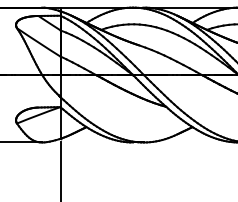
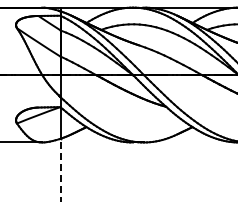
line at (60, 172): solid -> dashed
